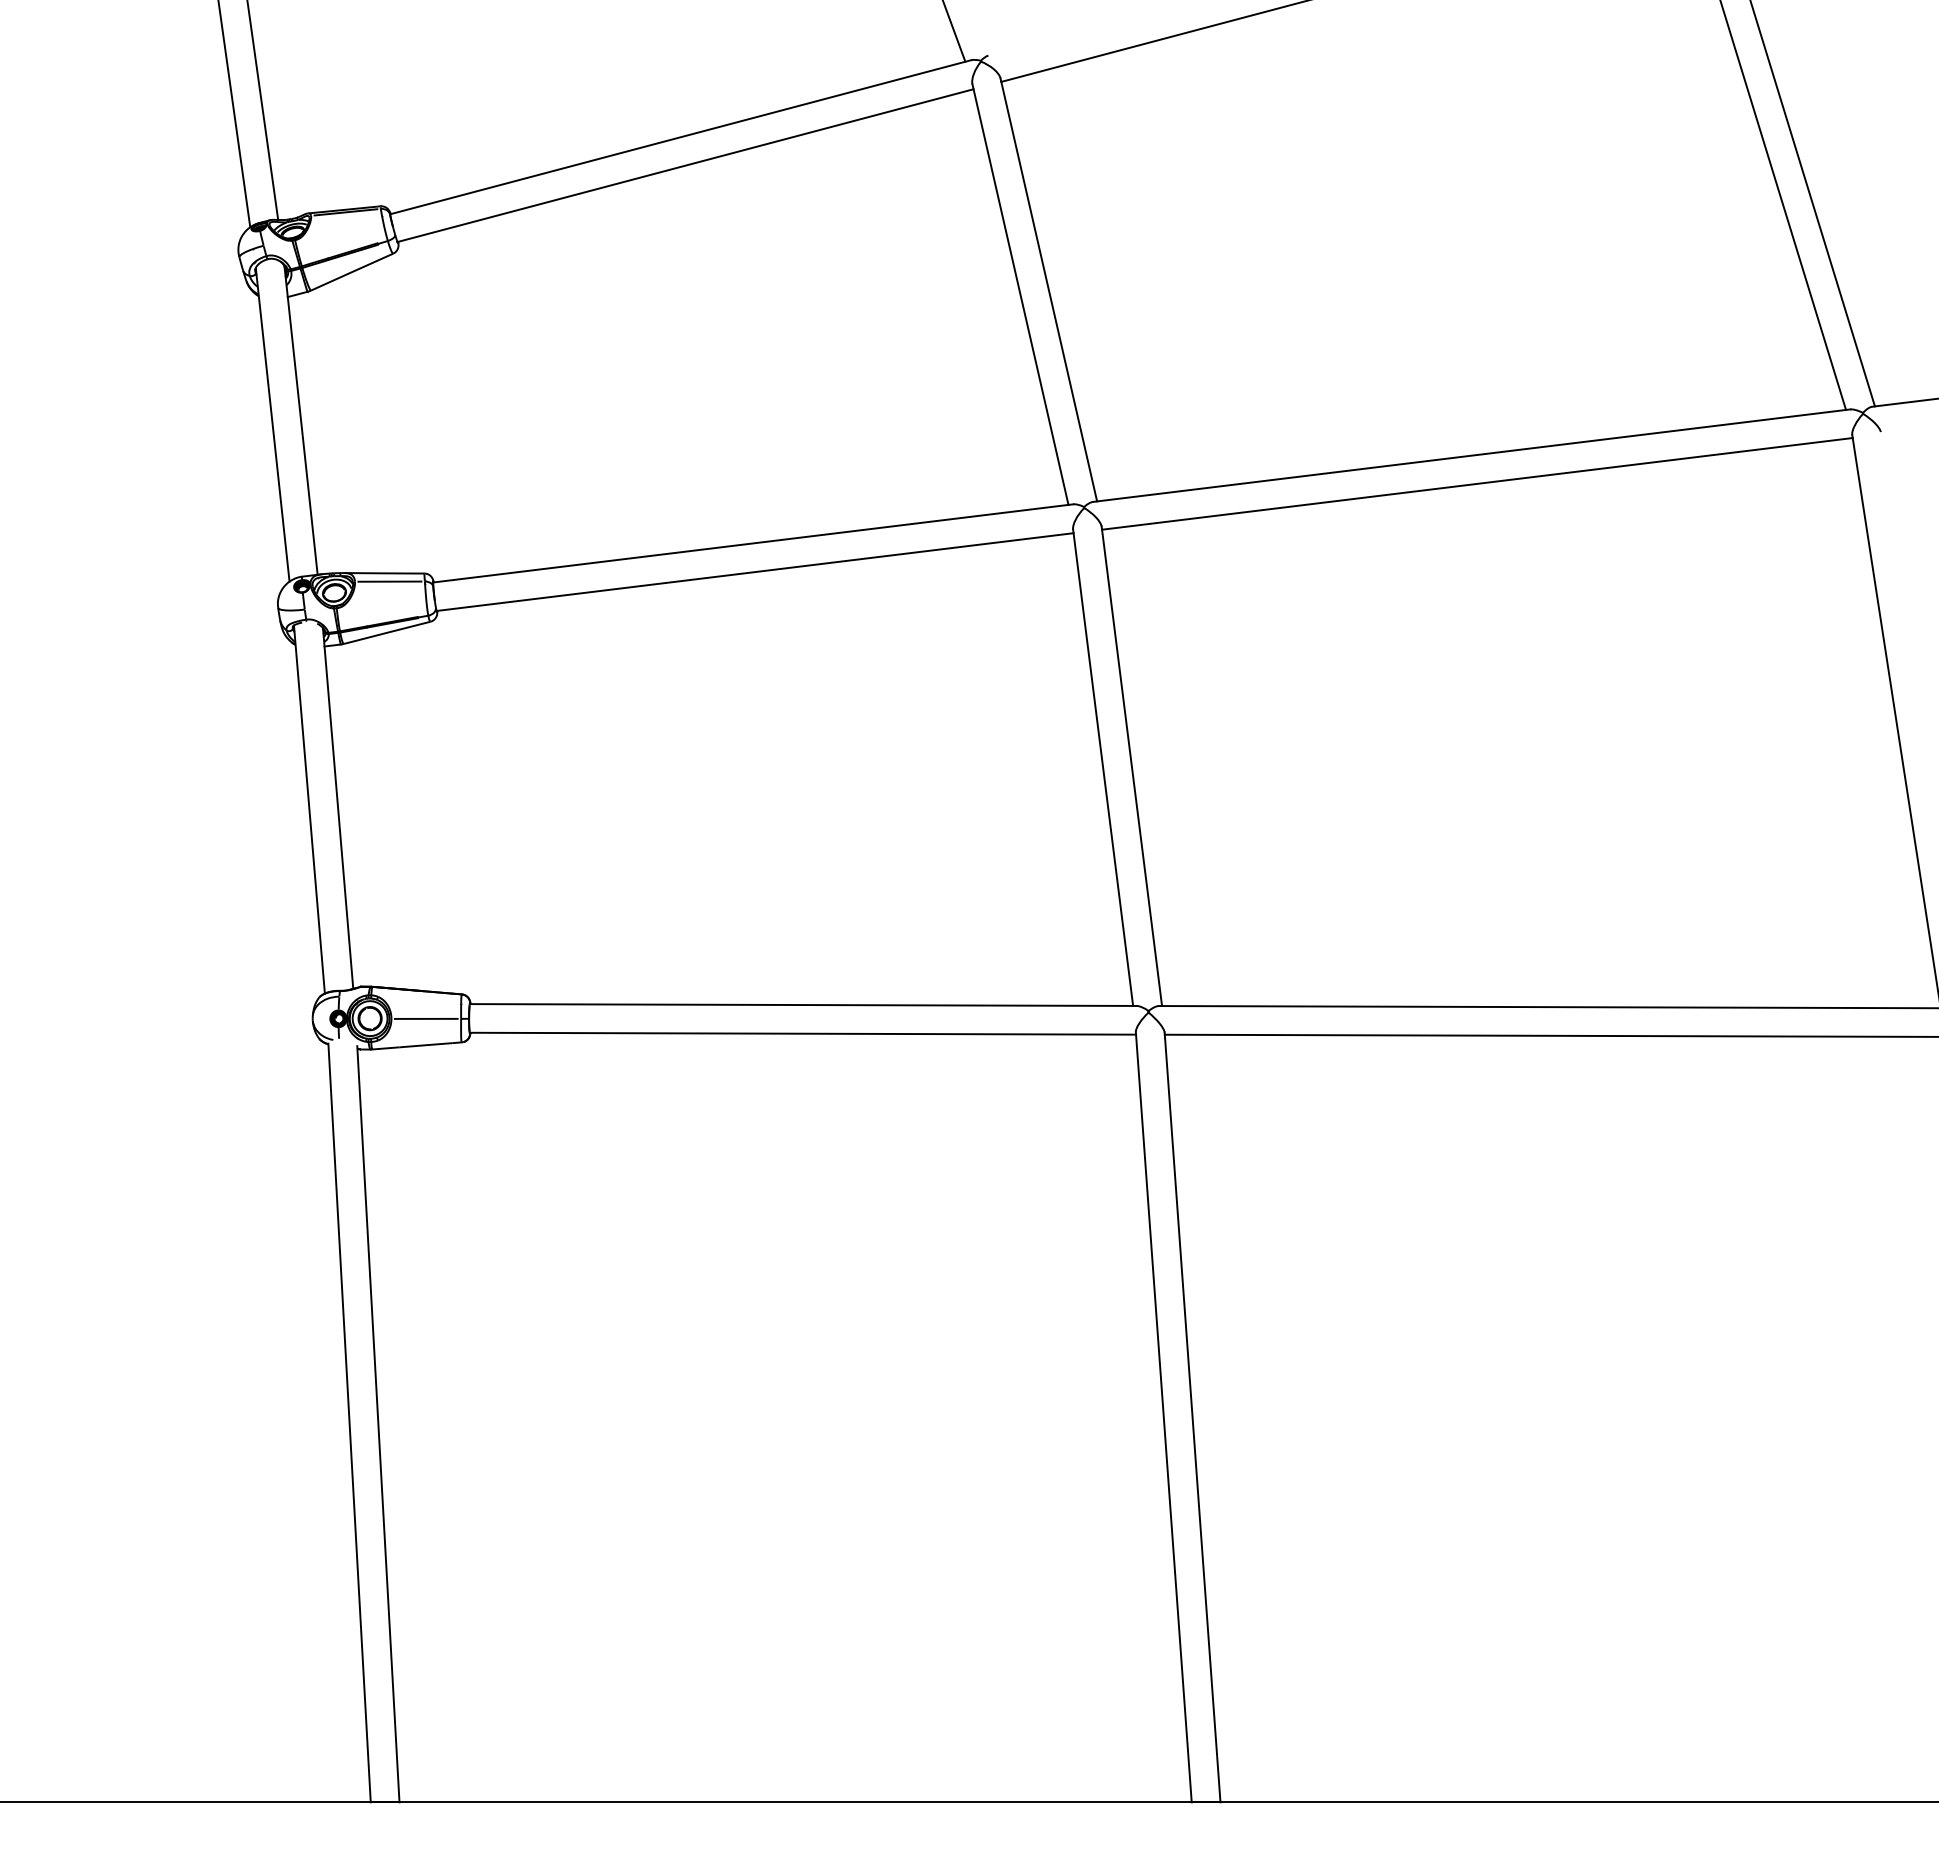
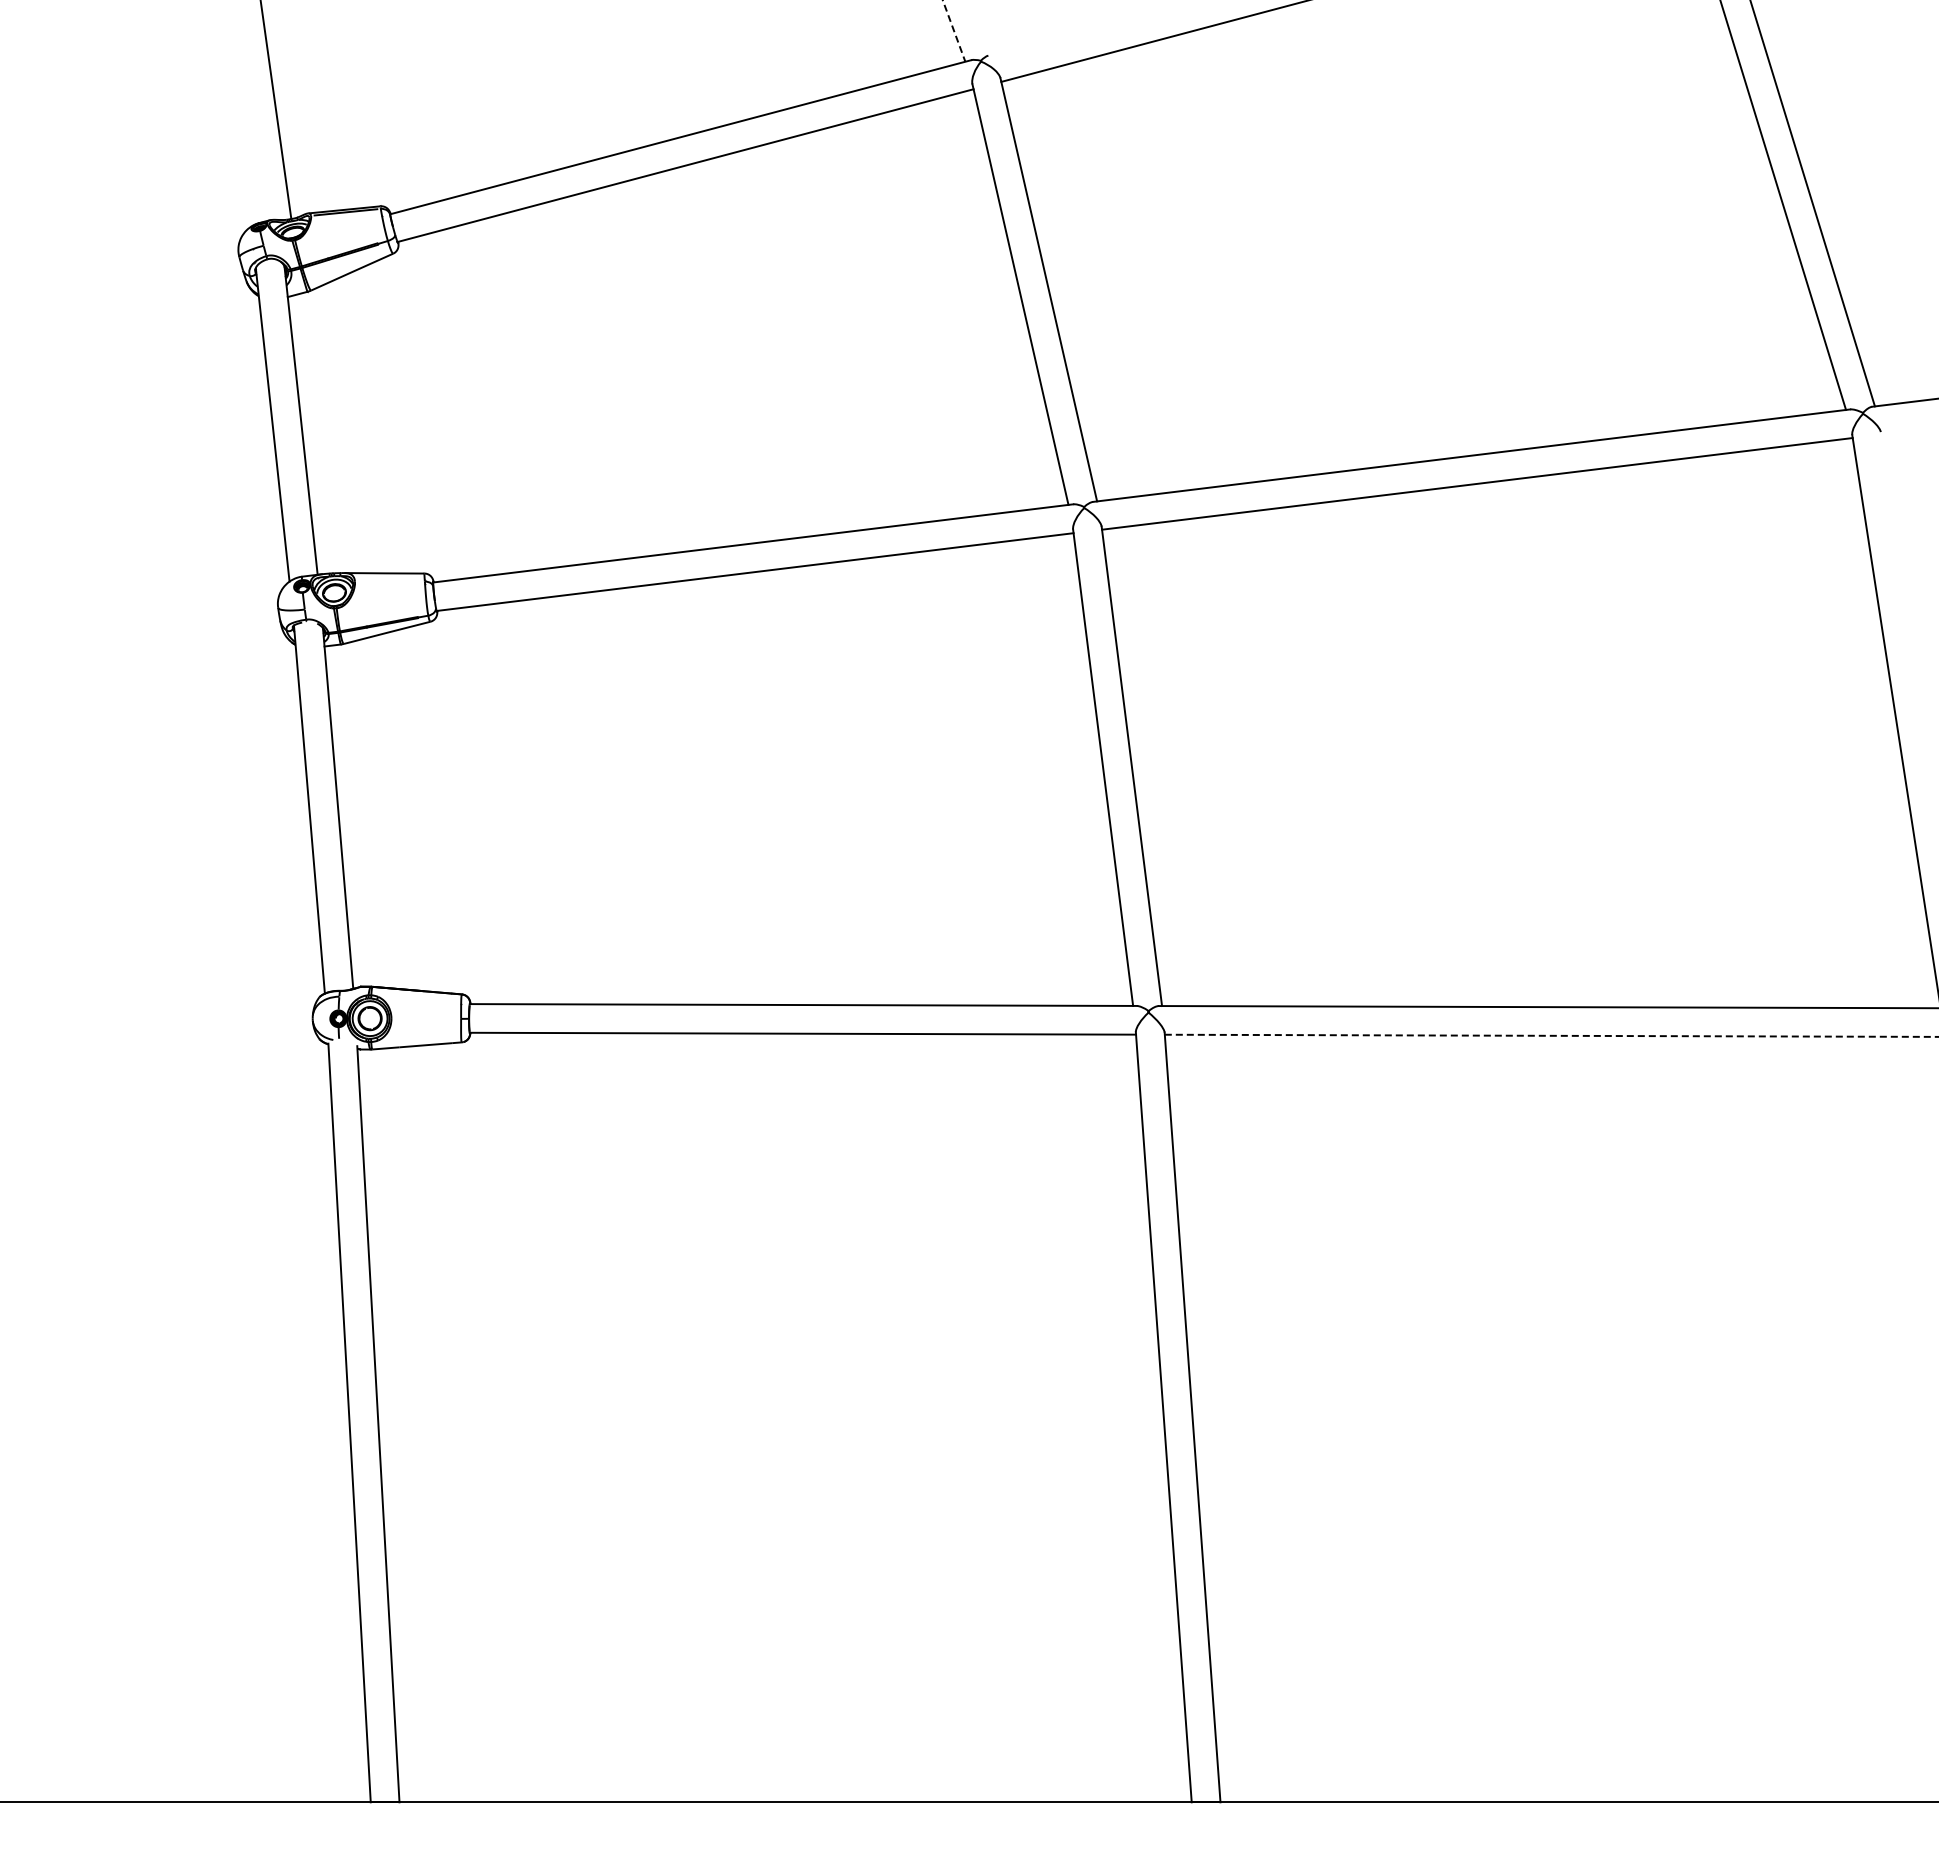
line at (954, 31): solid -> dashed
line at (262, 110) position: (262, 110) -> (275, 109)
line at (234, 114): present -> none
line at (389, 581): present -> none
line at (425, 1018): present -> none
line at (1551, 1035): solid -> dashed
